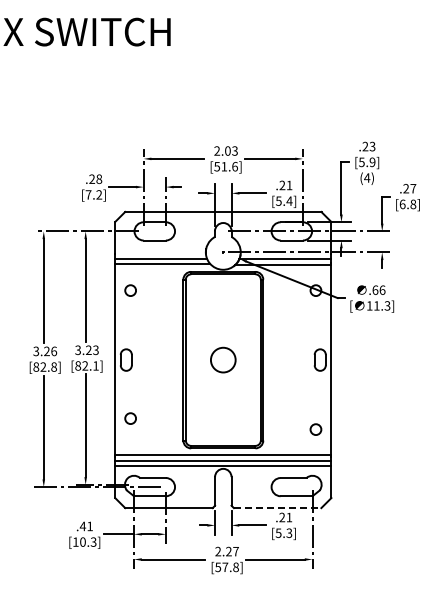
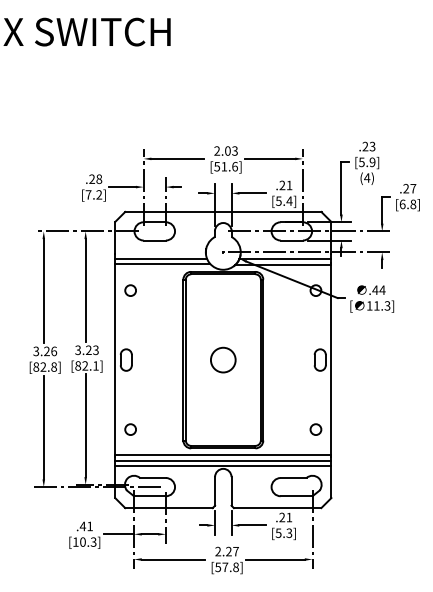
text at (378, 289): .66 -> .44
circle at (130, 418) position: (130, 418) -> (130, 429)
line at (277, 508): dashed -> solid
